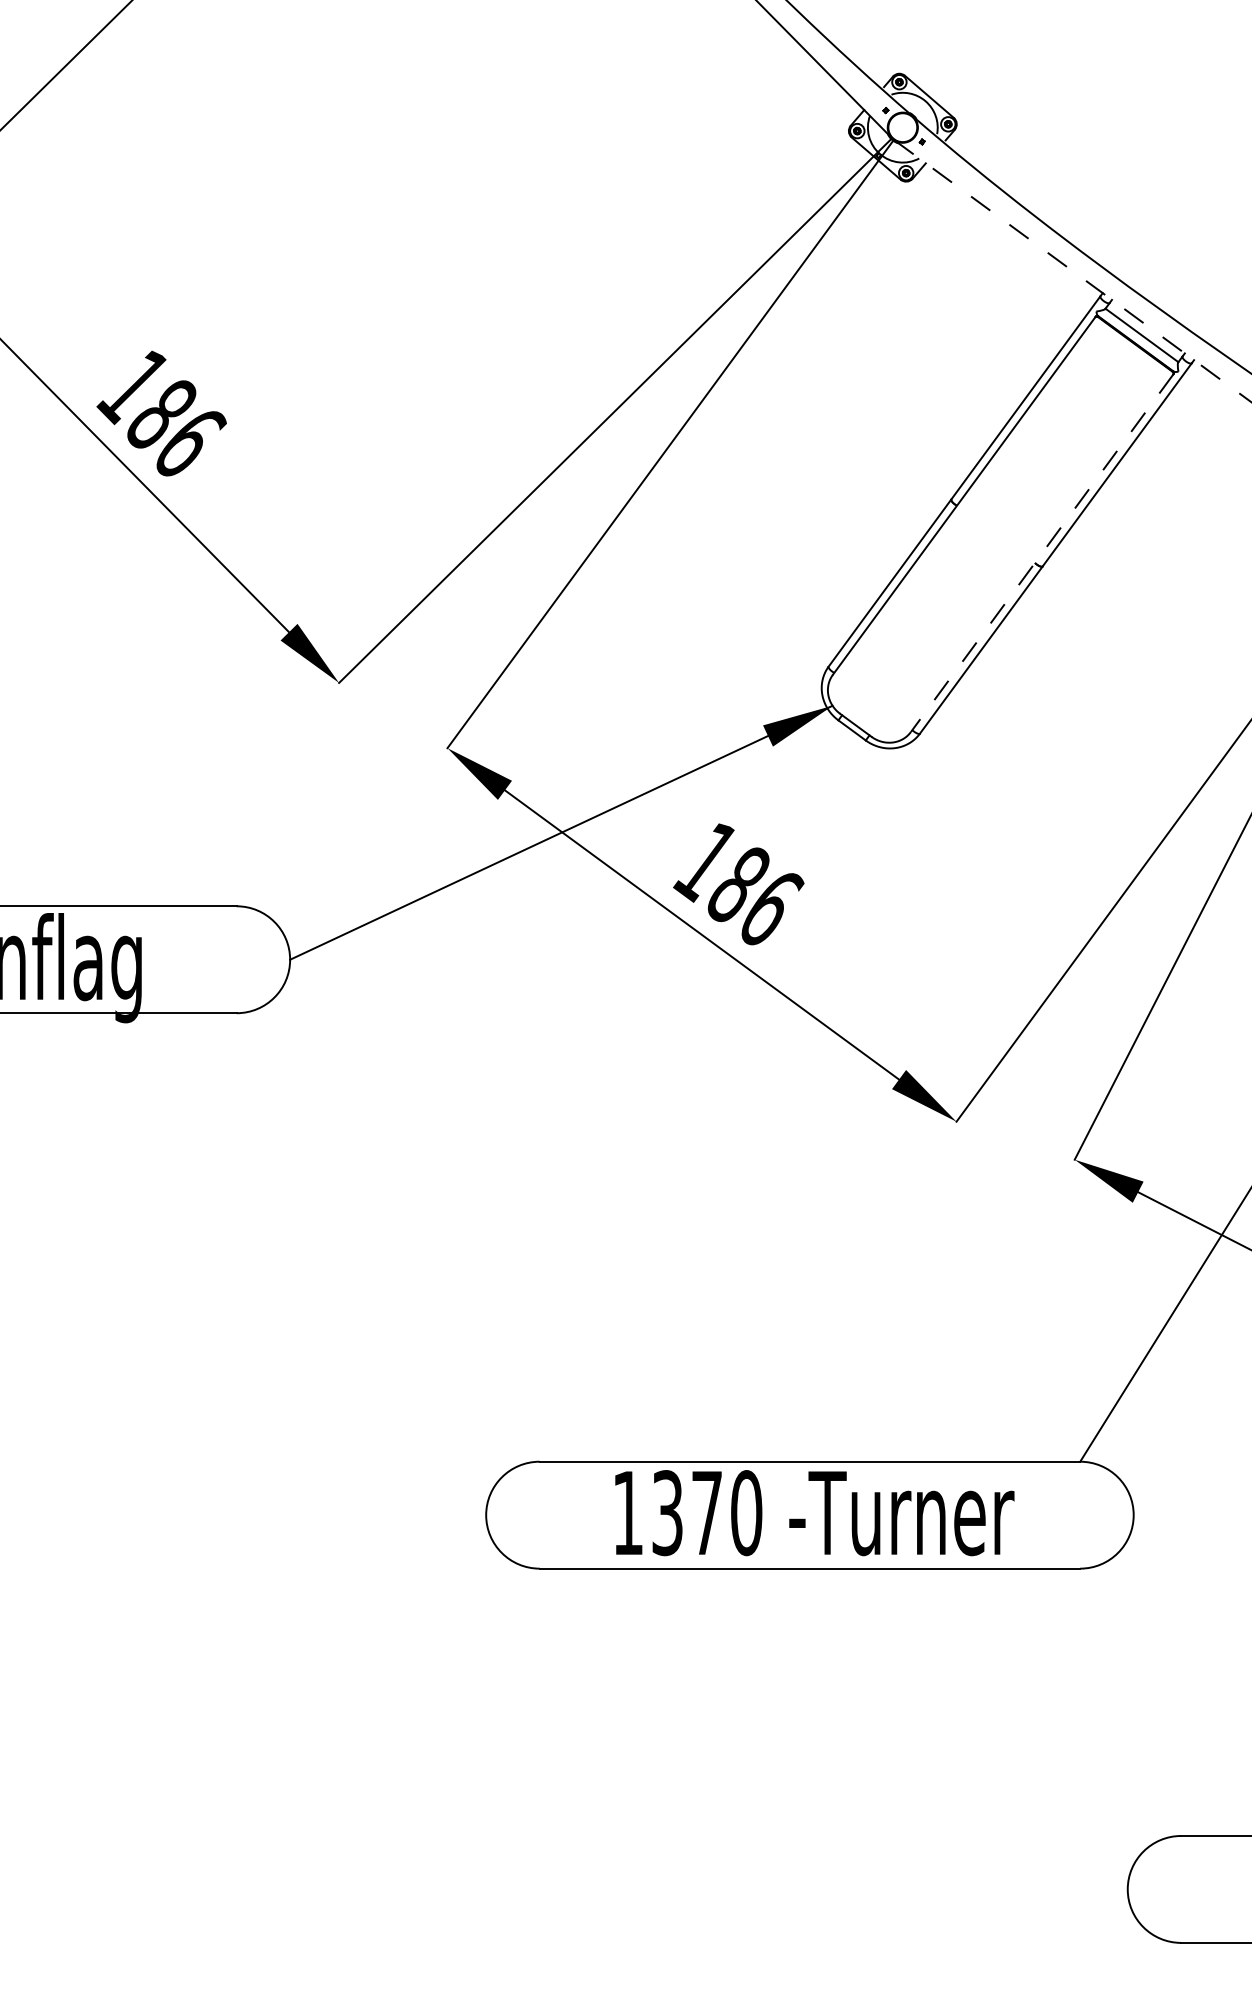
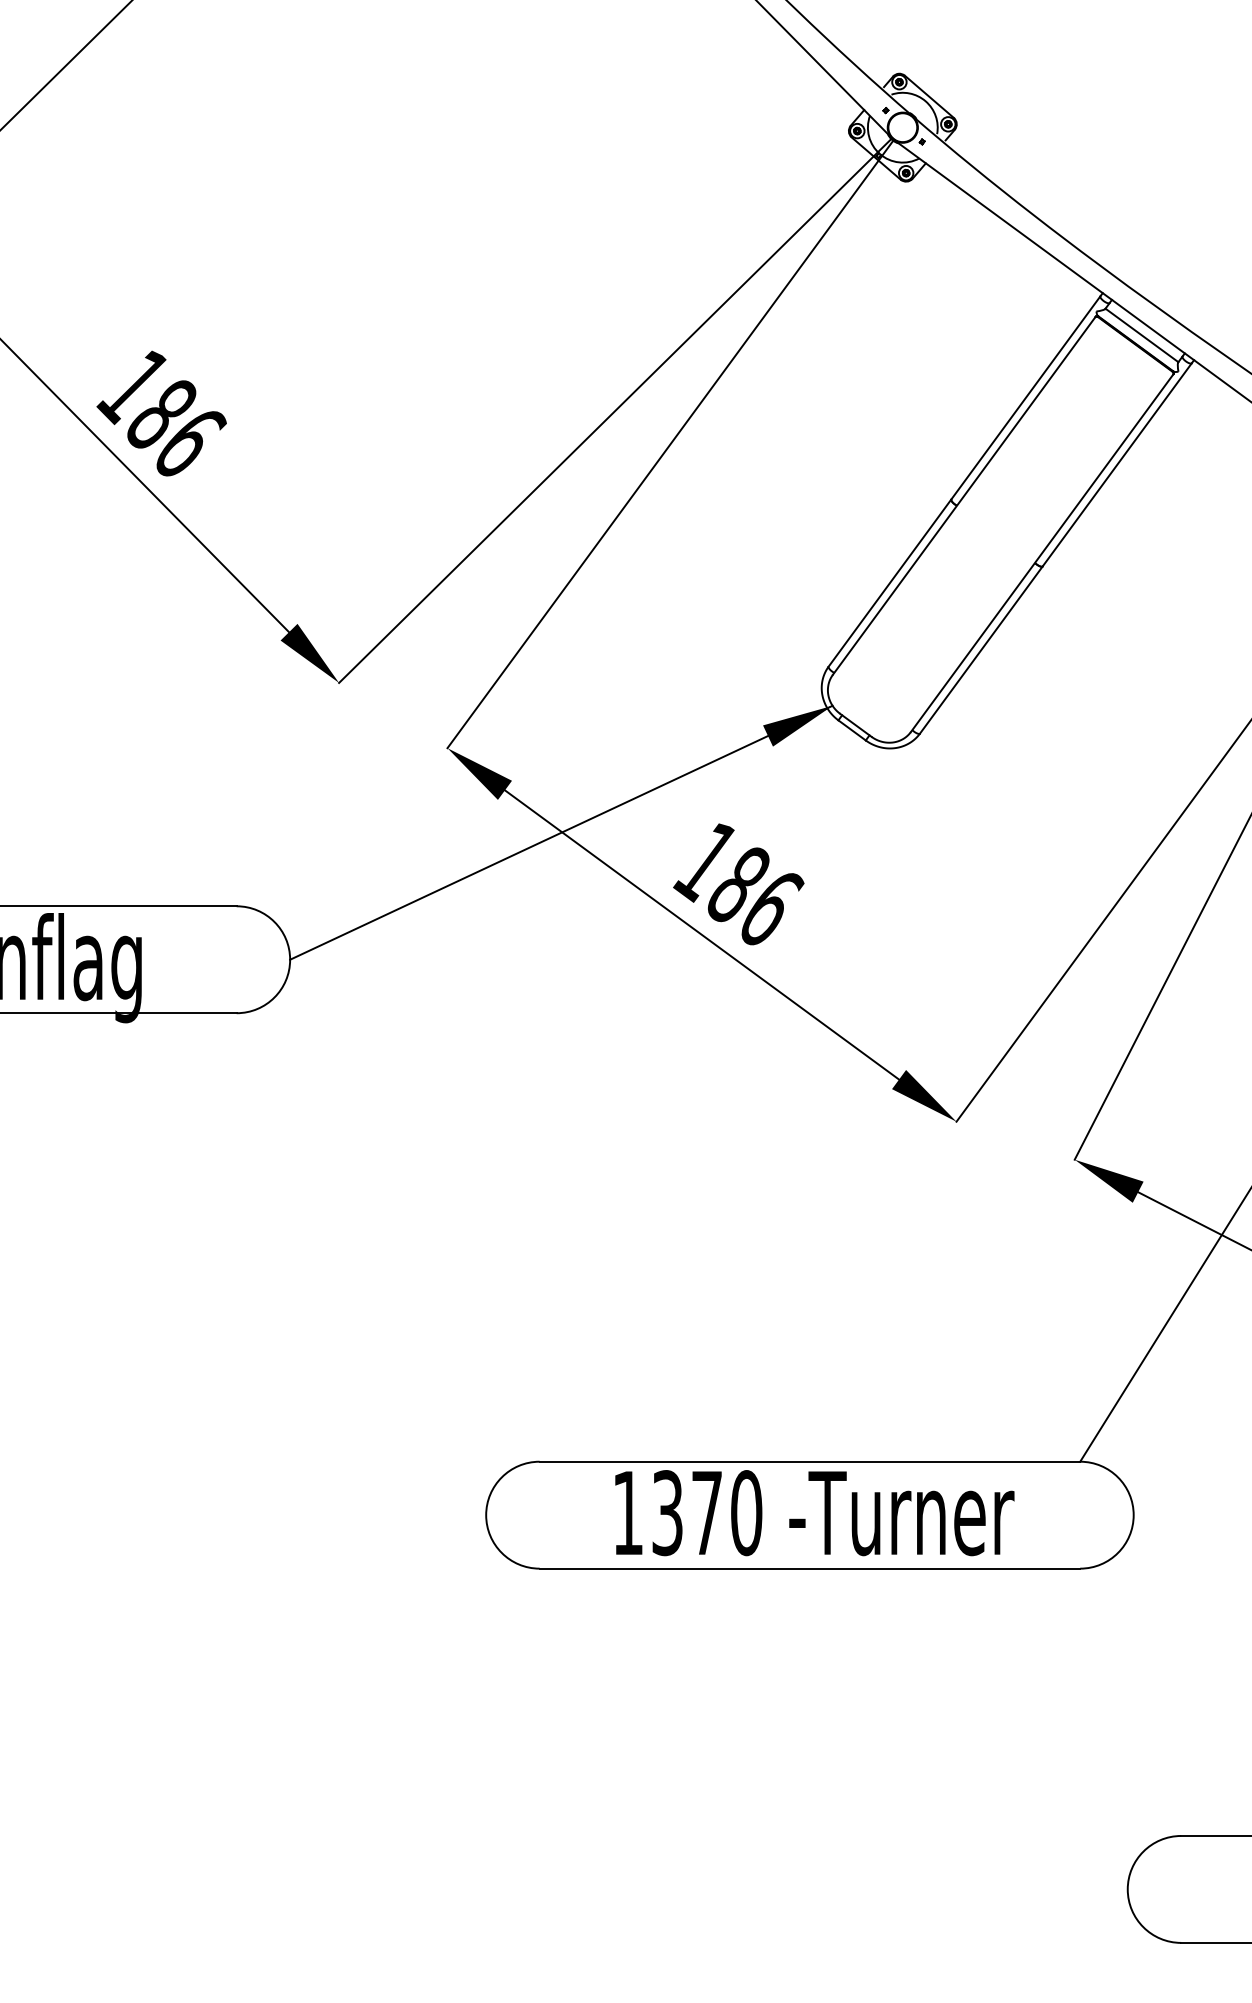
line at (1073, 271): dashed -> solid
line at (1042, 553): dashed -> solid
